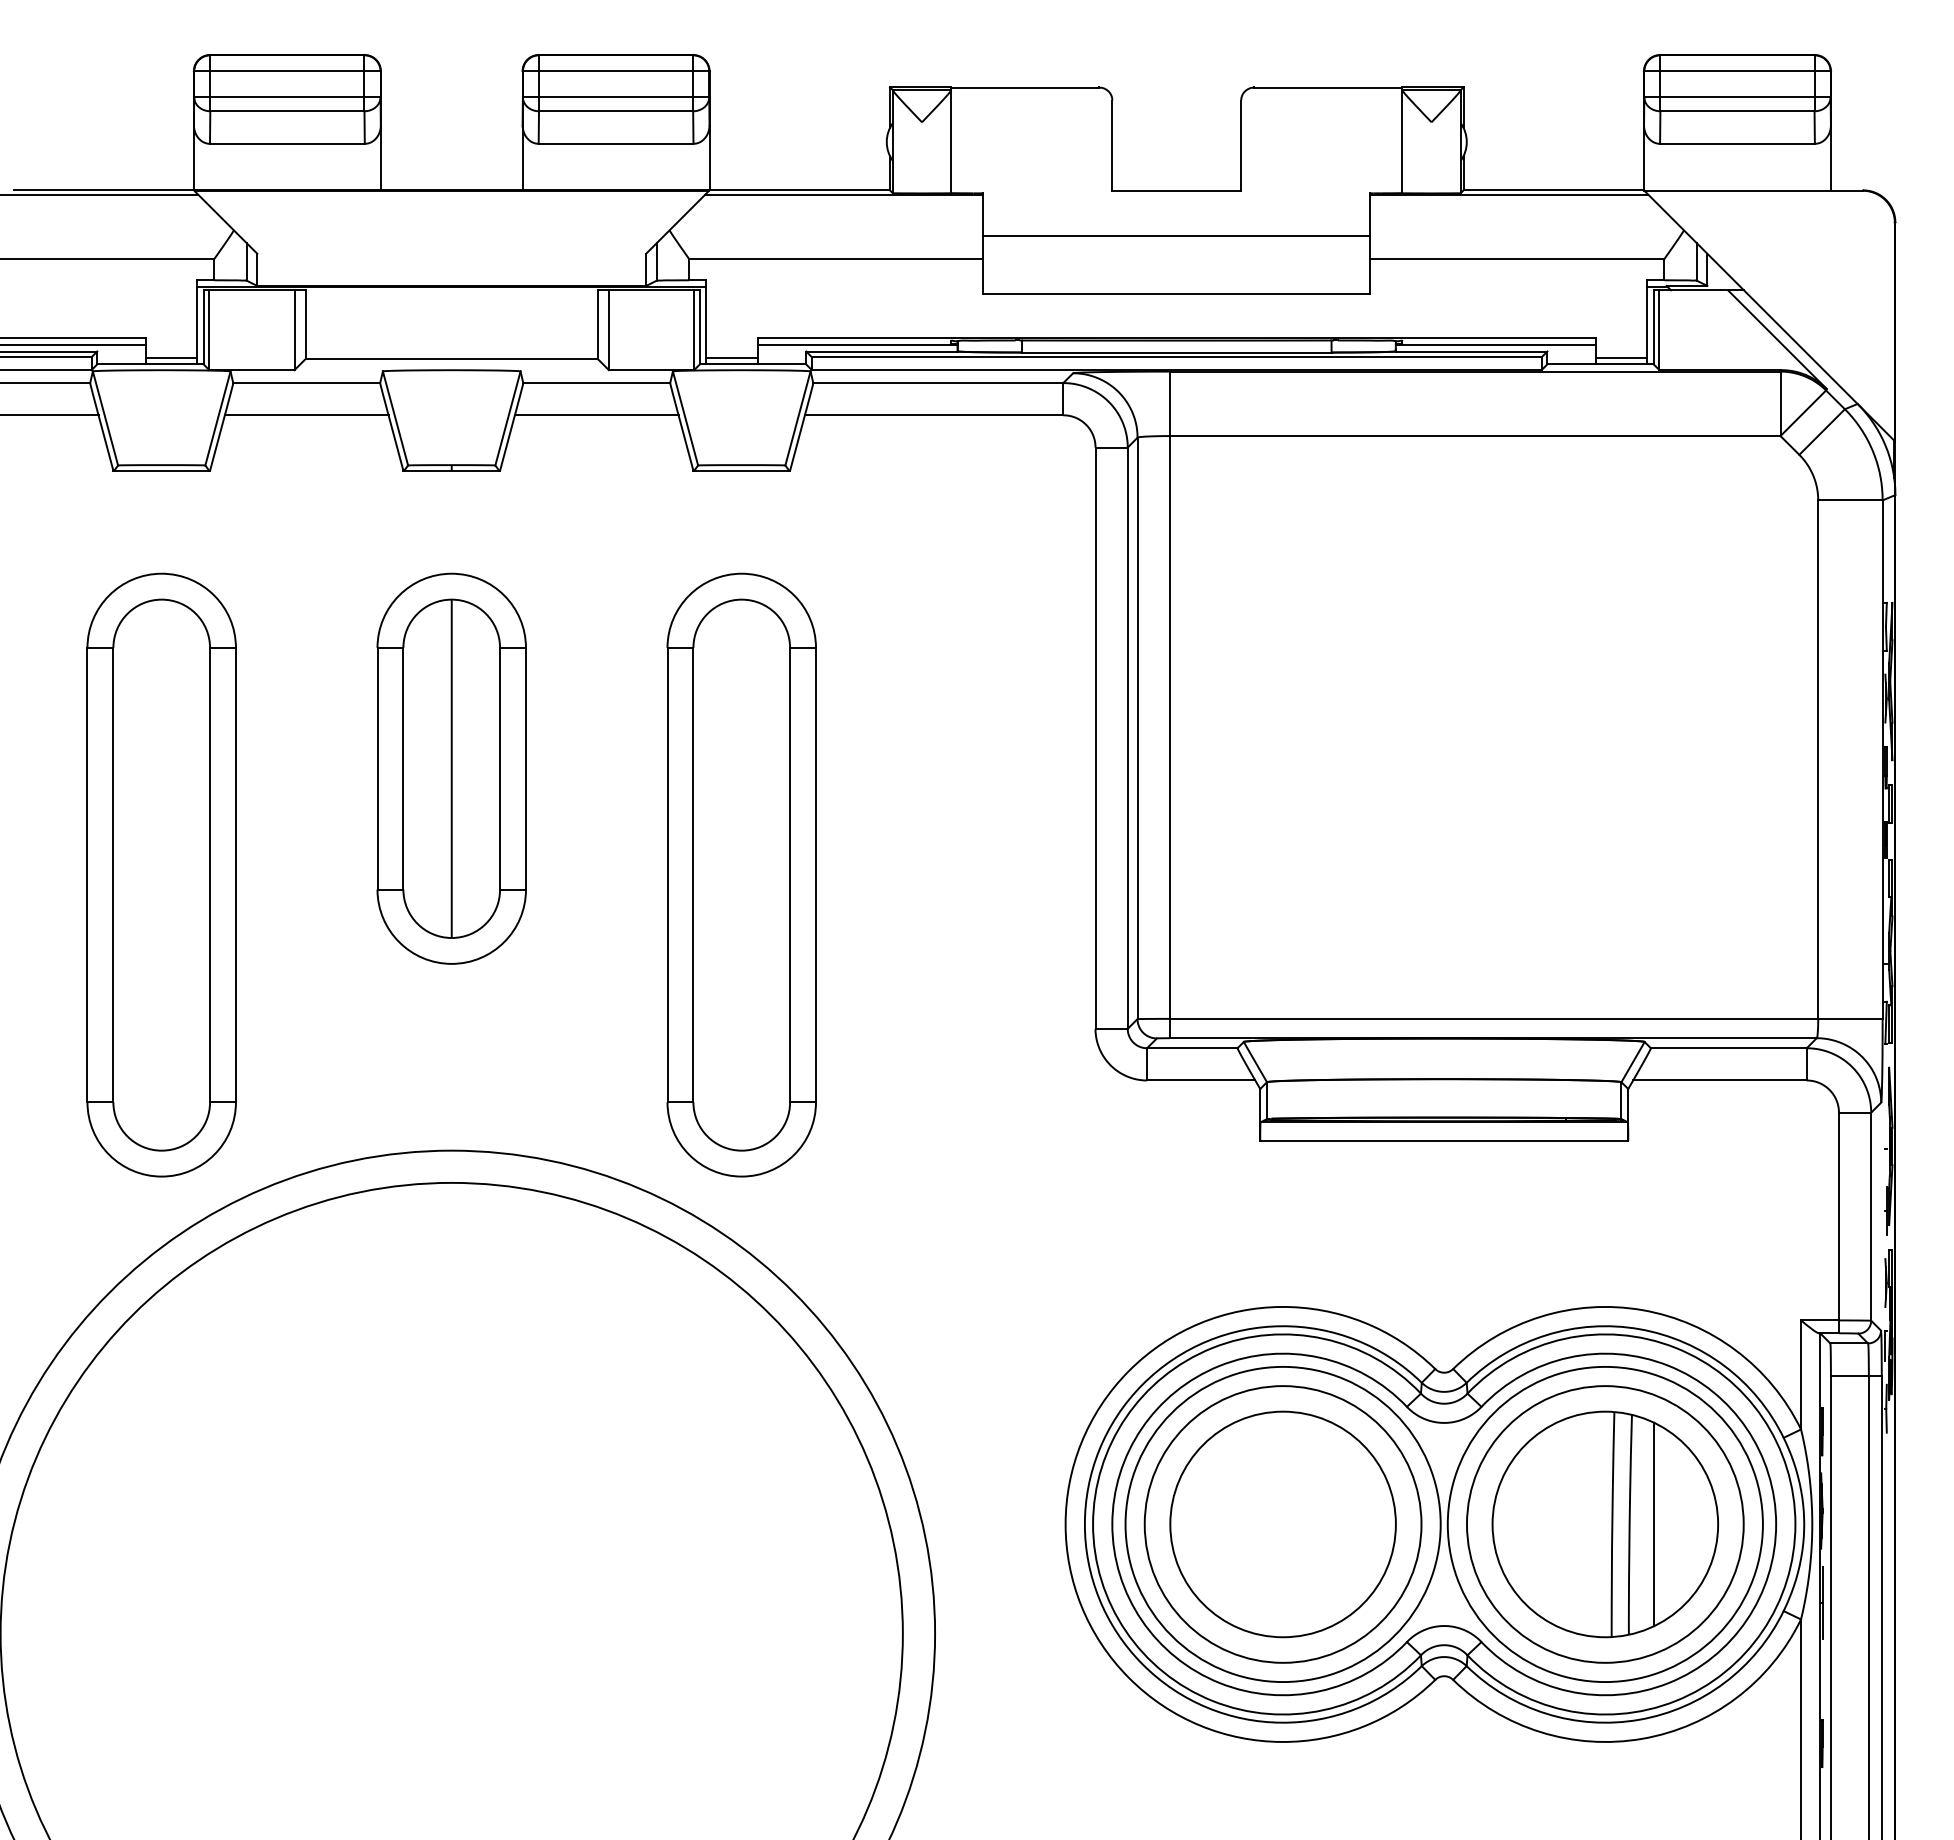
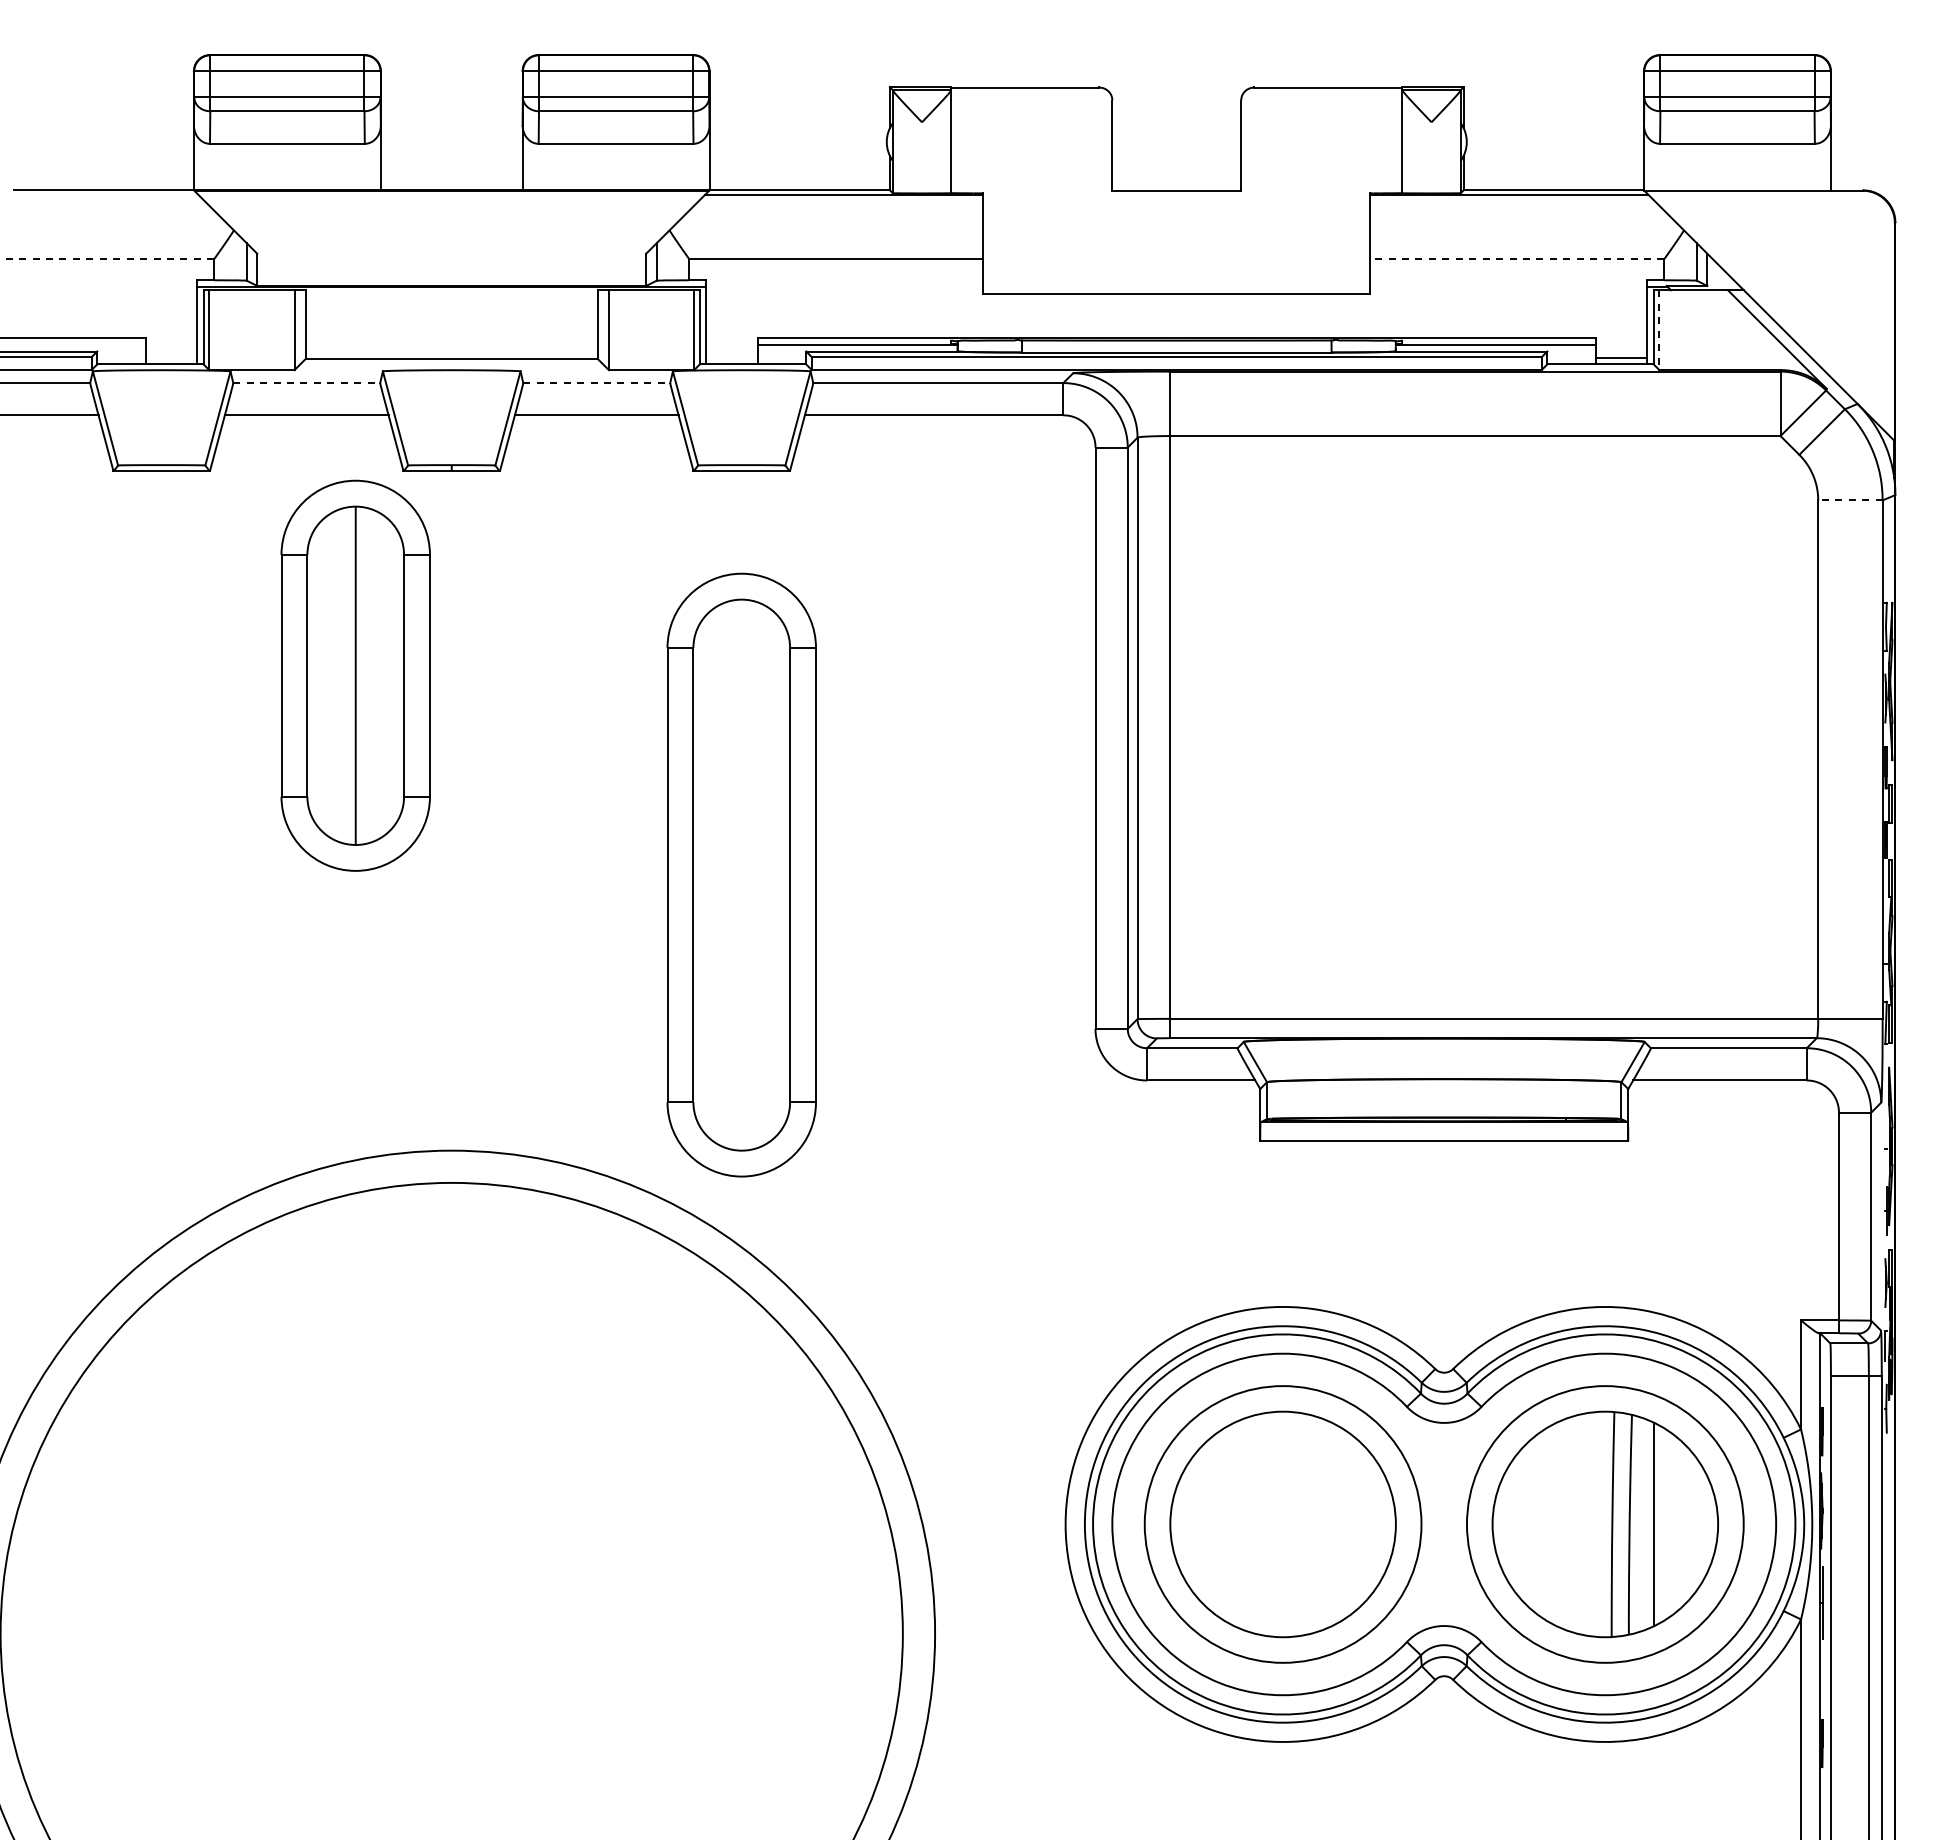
line at (100, 194): present -> none
line at (1176, 235): present -> none
line at (107, 258): solid -> dashed
line at (1516, 258): solid -> dashed
line at (1659, 330): solid -> dashed
line at (73, 345): present -> none
line at (171, 357): present -> none
line at (731, 357): present -> none
line at (307, 383): solid -> dashed
line at (597, 383): solid -> dashed
line at (1849, 500): solid -> dashed
part at (451, 768) position: (451, 768) -> (355, 675)
part at (161, 874): present -> none
part at (1443, 1524): present -> none
